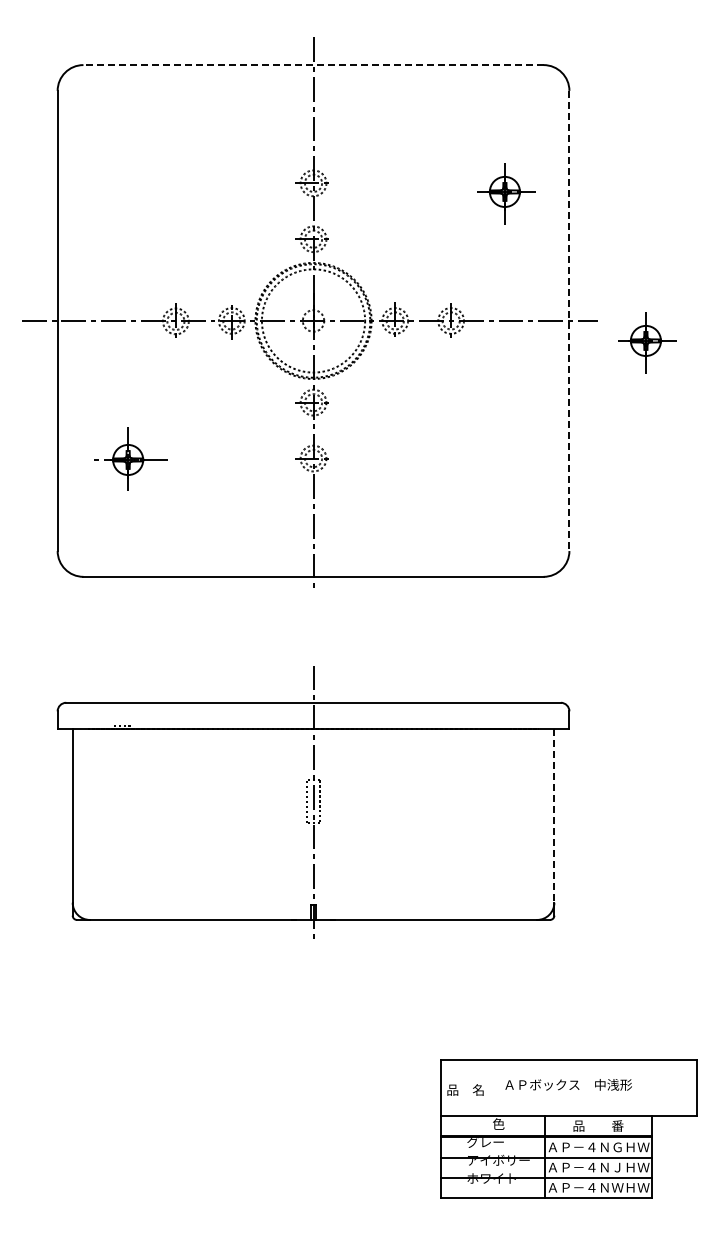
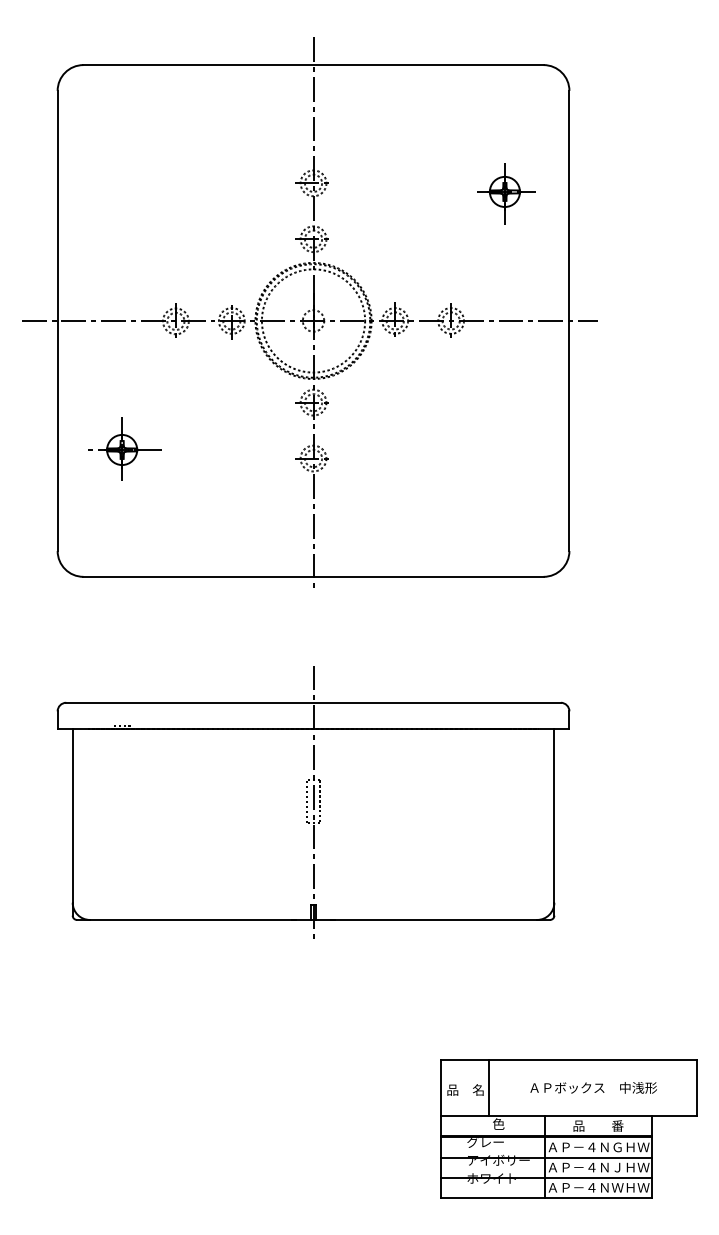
line at (313, 65): dashed -> solid
line at (569, 321): dashed -> solid
part at (647, 342): present -> none
part at (130, 458) position: (130, 458) -> (124, 448)
line at (554, 816): dashed -> solid
text at (568, 1084) position: (568, 1084) -> (593, 1087)
line at (488, 1088): none -> present
